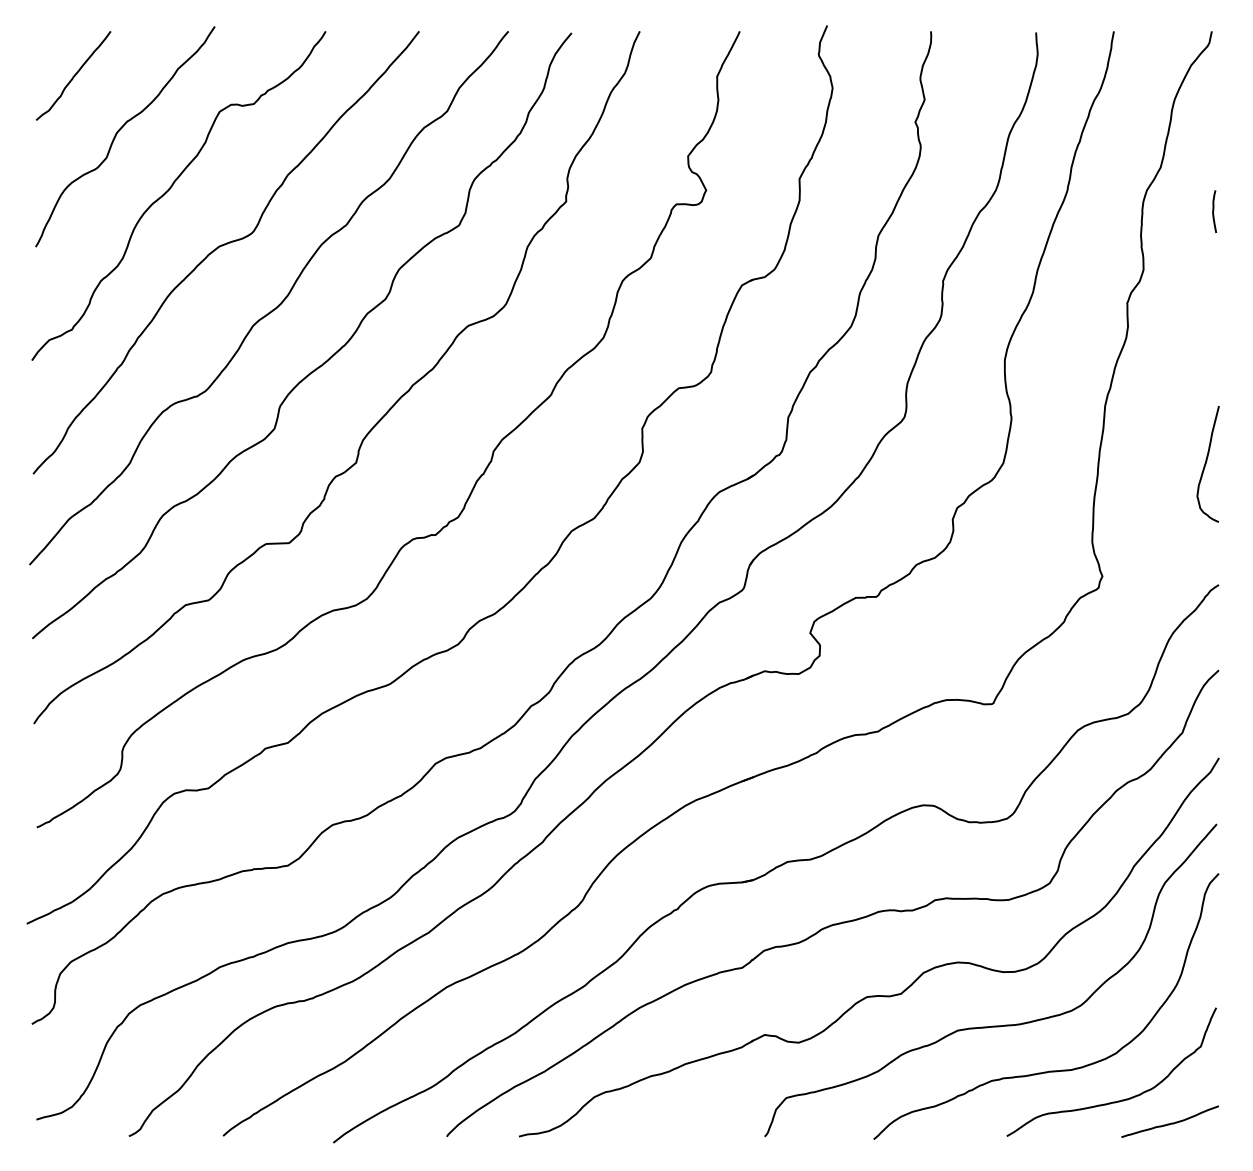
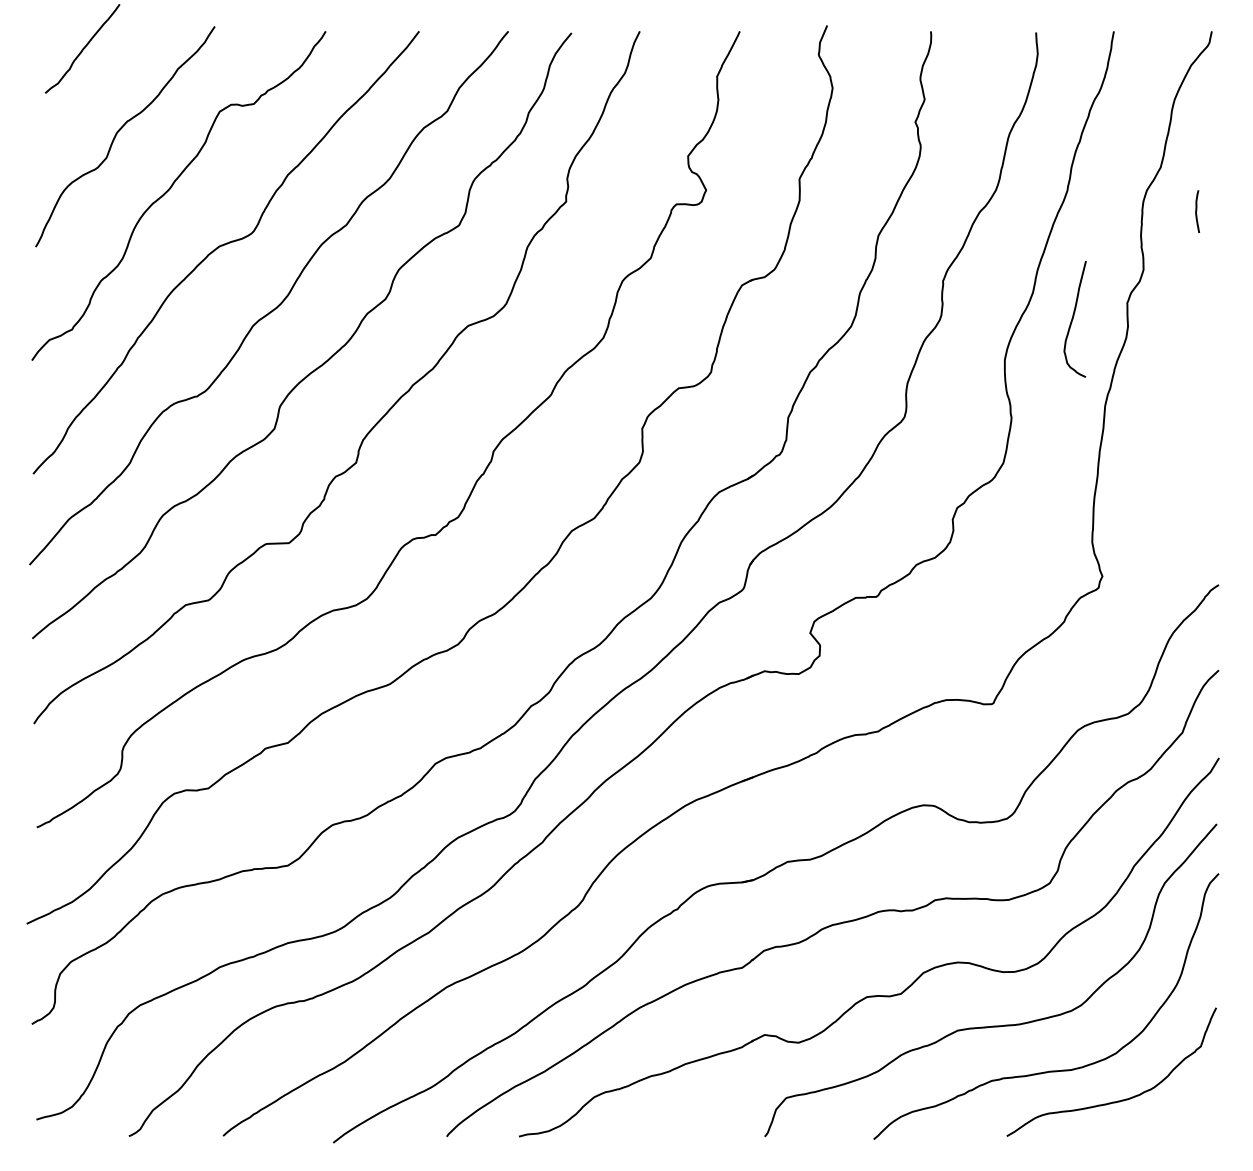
curve at (73, 75) position: (73, 75) -> (82, 48)
curve at (1214, 211) position: (1214, 211) -> (1197, 211)
curve at (1206, 464) position: (1206, 464) -> (1073, 319)
curve at (1169, 1123): present -> none
